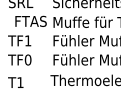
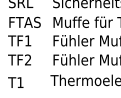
text at (30, 20) position: (30, 20) -> (24, 21)
text at (27, 59): TF0 -> TF2
